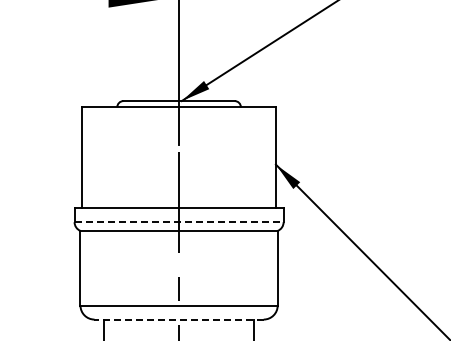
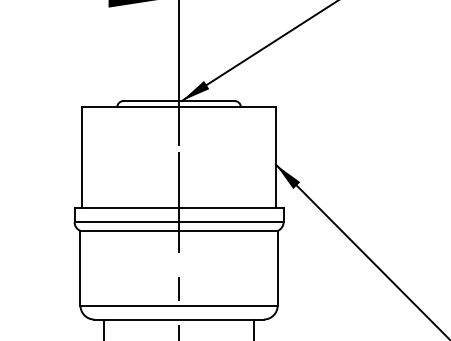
line at (179, 222): dashed -> solid
line at (179, 319): dashed -> solid
